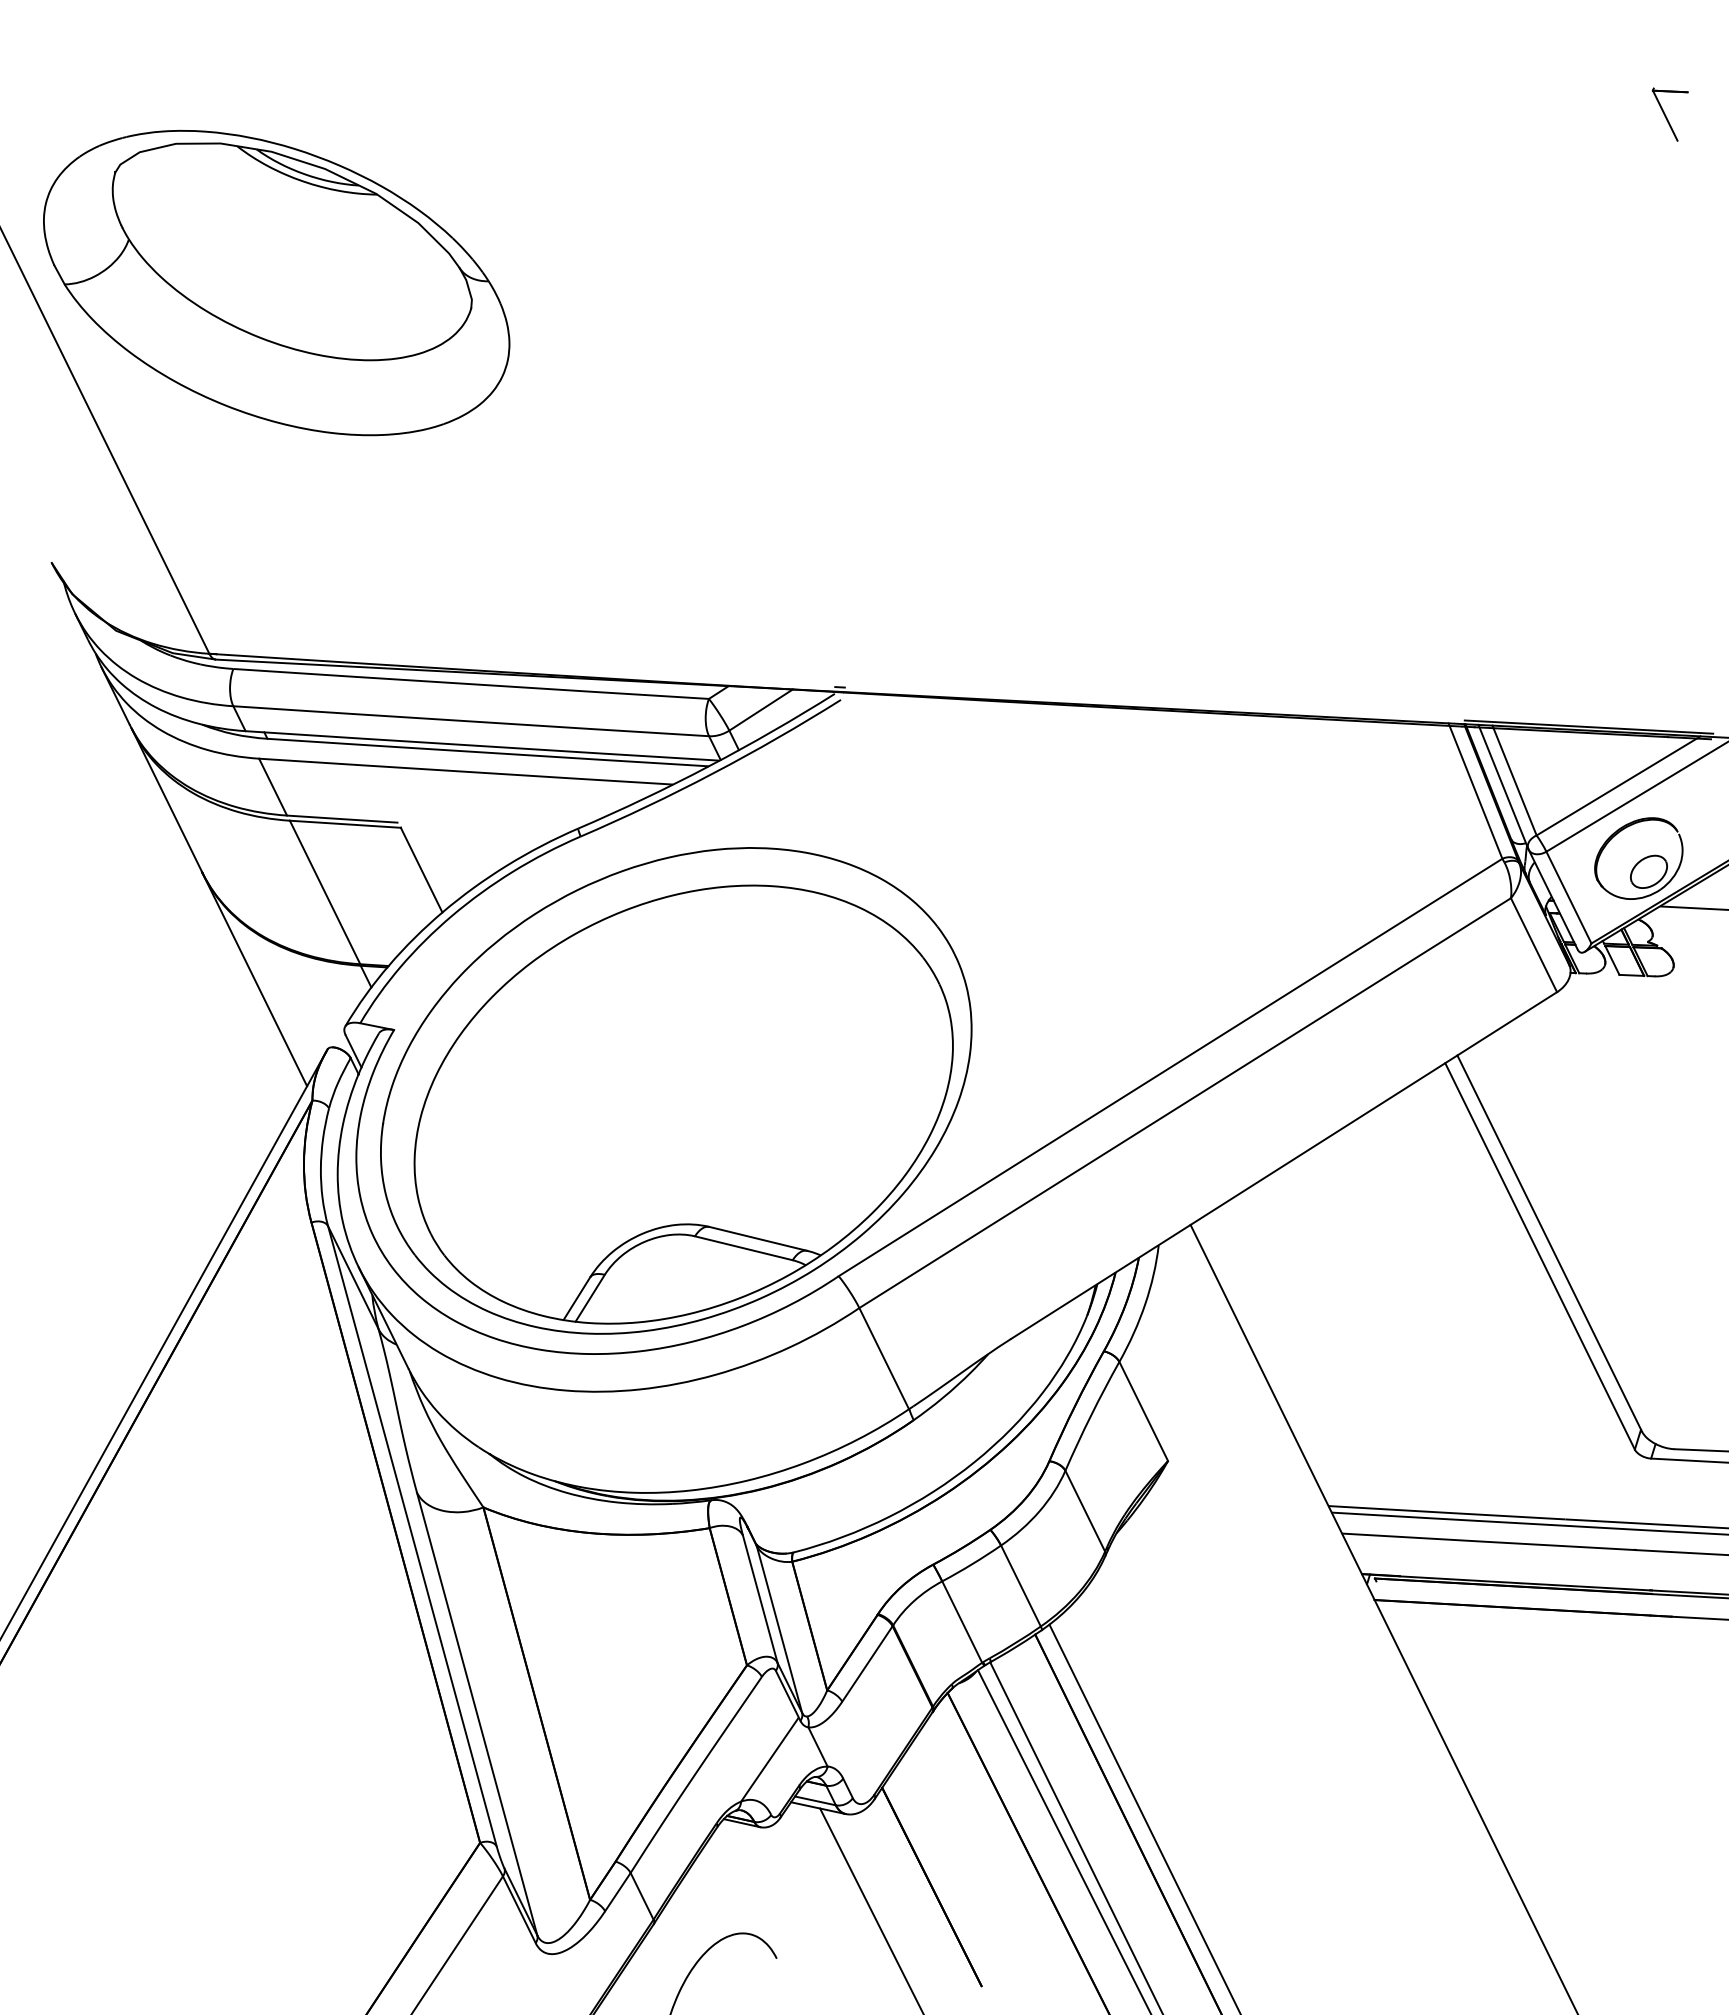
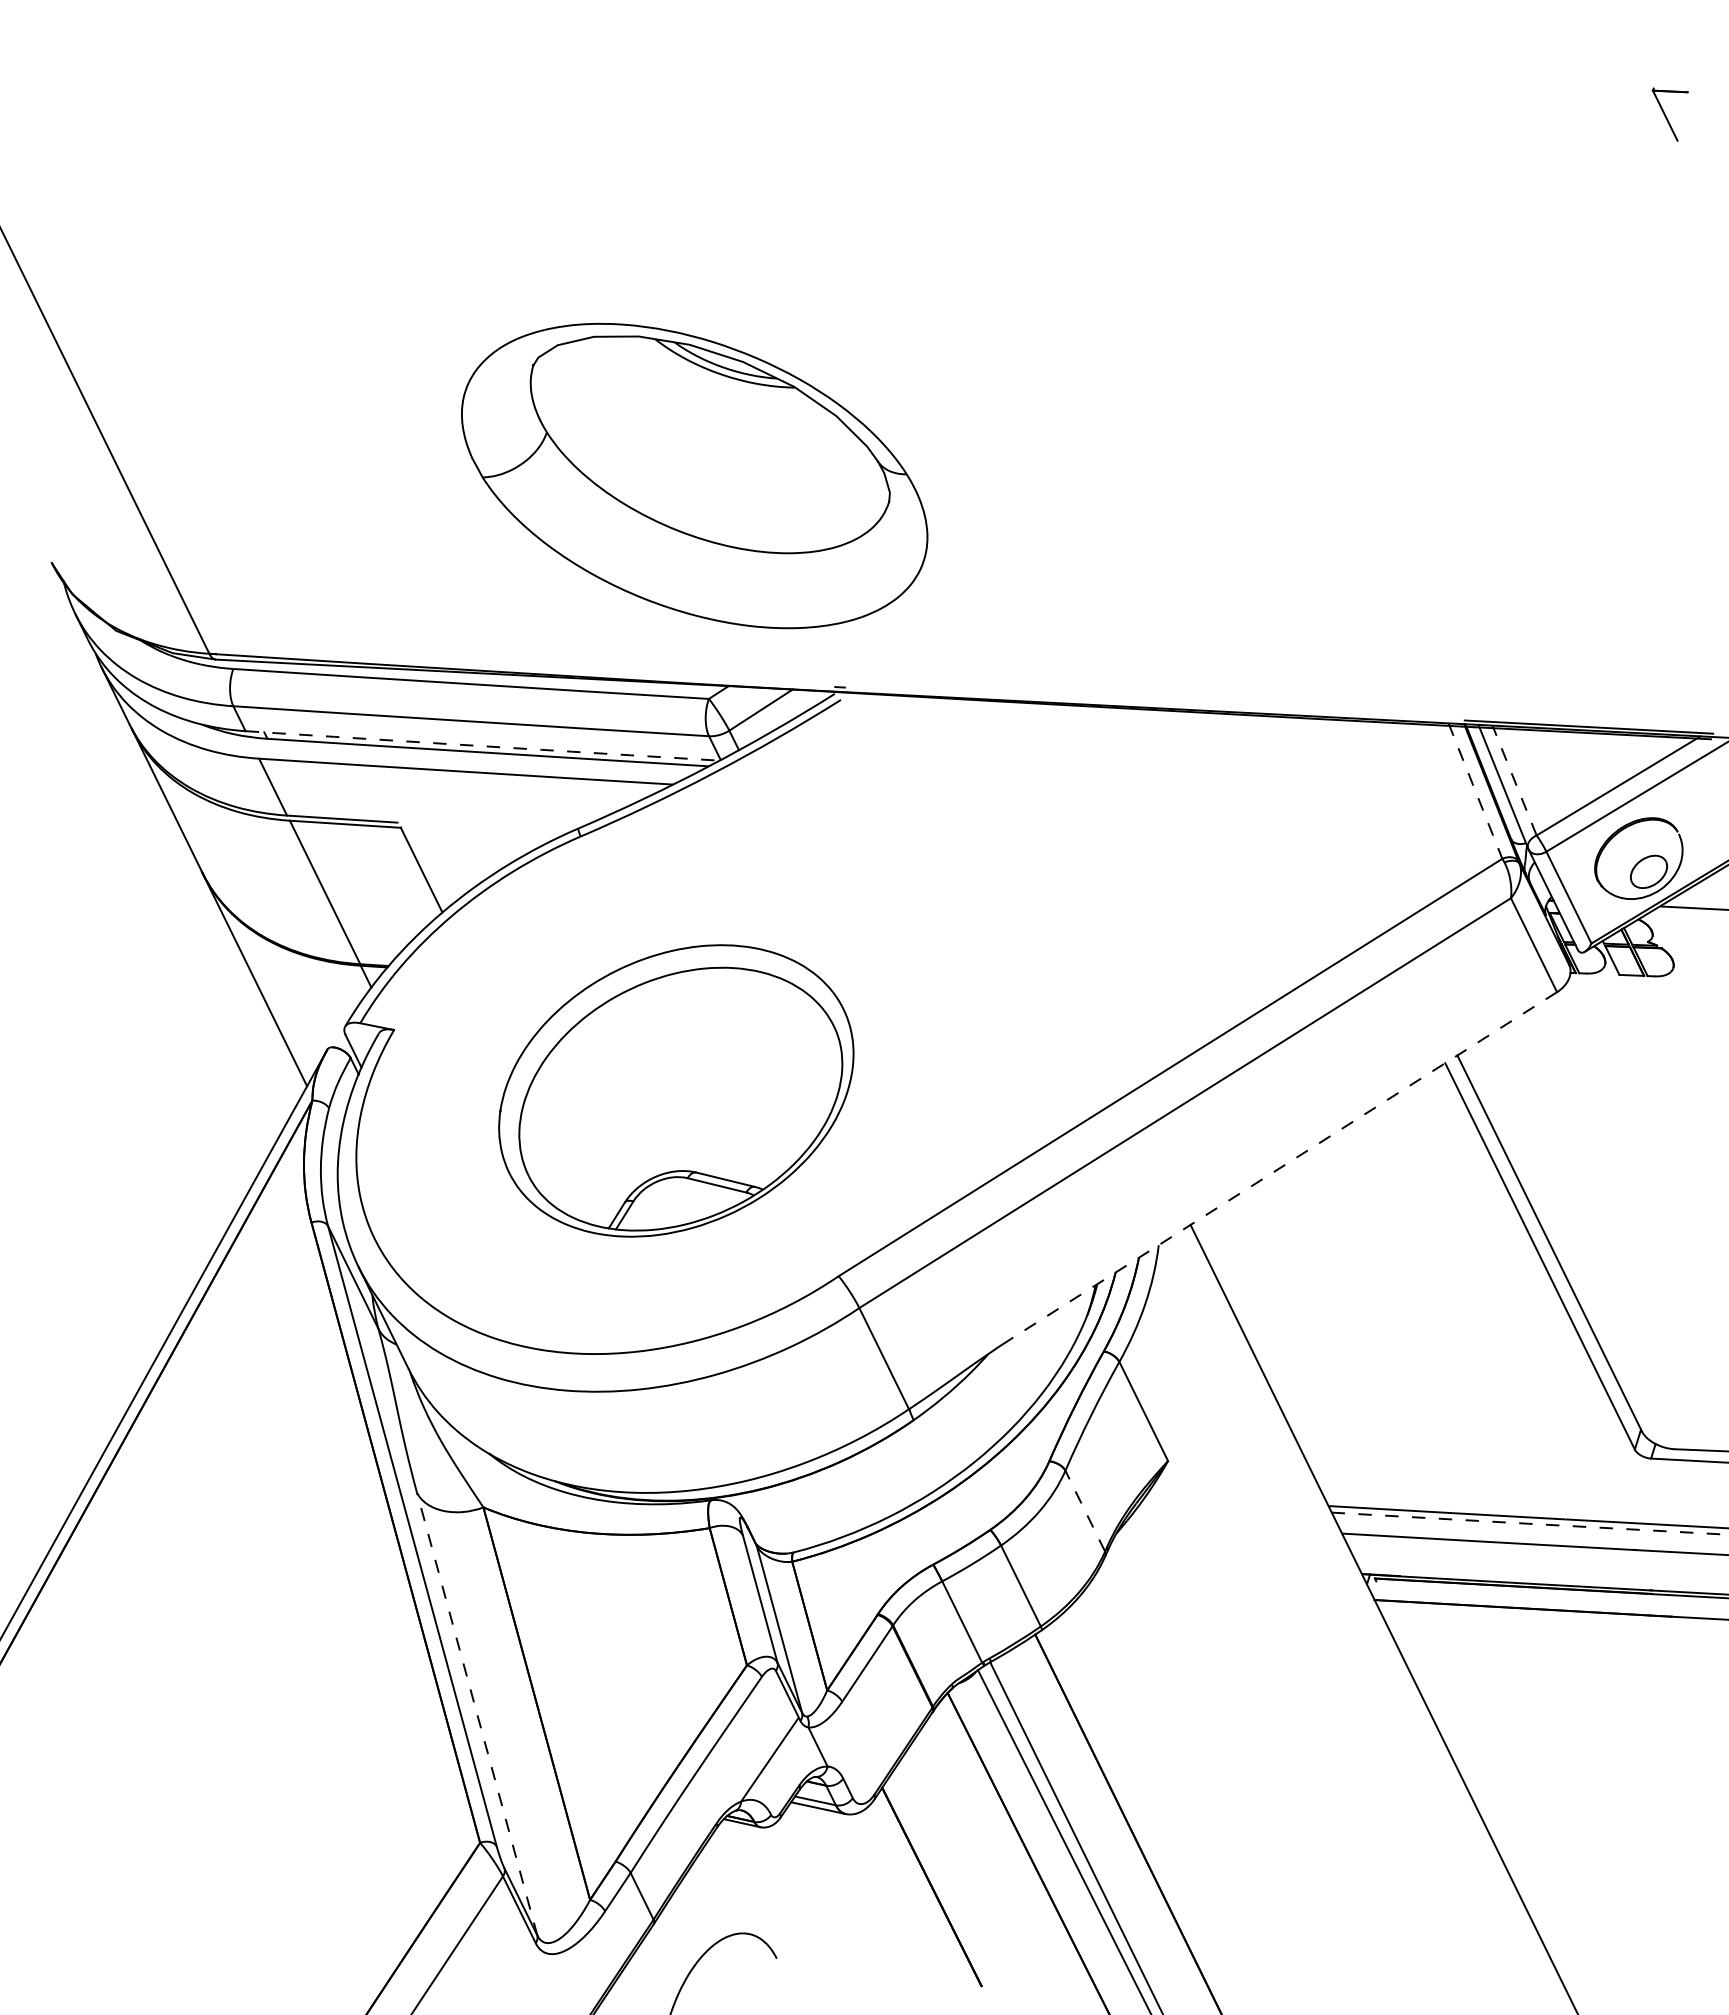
part at (276, 282) position: (276, 282) -> (694, 475)
arc at (482, 746): solid -> dashed
line at (1514, 780): solid -> dashed
line at (1475, 791): solid -> dashed
part at (676, 1090) size: 593x488 px -> 357x294 px
line at (1283, 1165): solid -> dashed
line at (1085, 1510): solid -> dashed
arc at (1530, 1523): solid -> dashed
line at (477, 1713): solid -> dashed
line at (1144, 1817): present -> none
line at (871, 1909): present -> none
